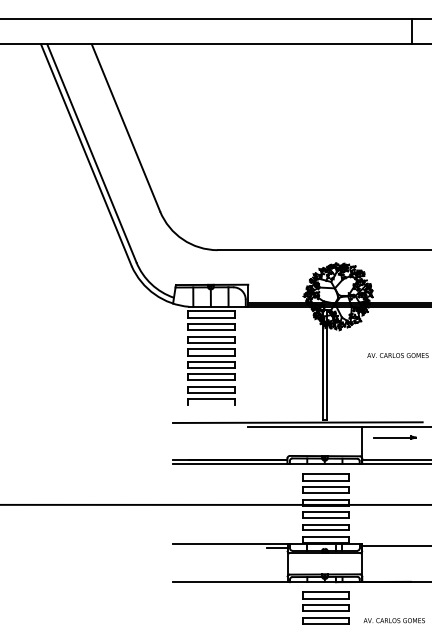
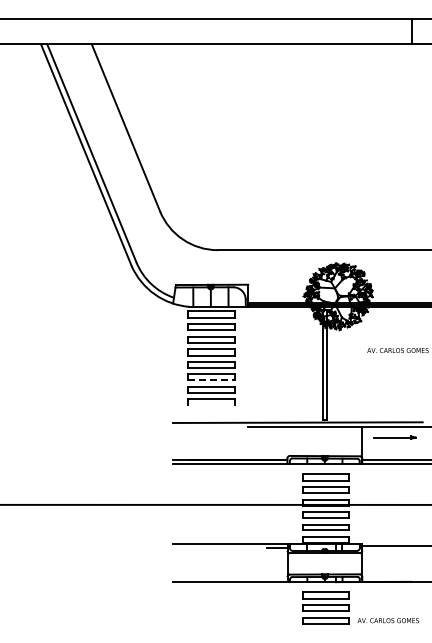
text at (397, 355) position: (397, 355) -> (397, 350)
line at (212, 380): solid -> dashed
text at (393, 620) position: (393, 620) -> (387, 620)
